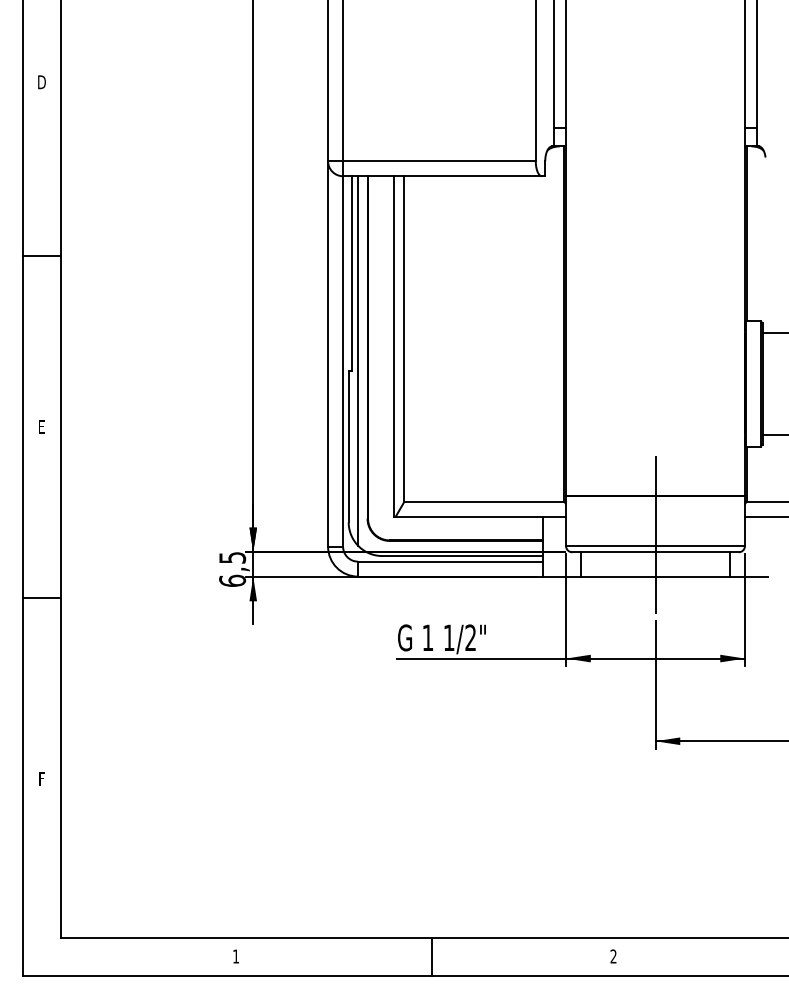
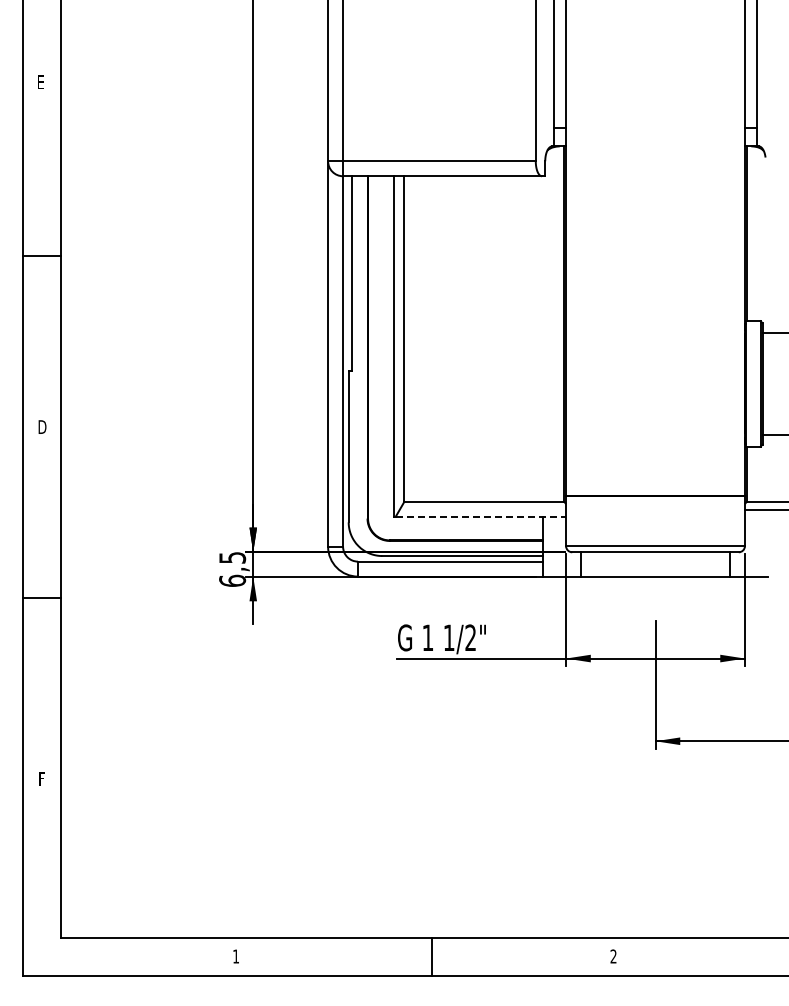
text at (41, 82): D -> E
line at (358, 360): present -> none
text at (42, 426): E -> D
line at (481, 516): solid -> dashed
line at (764, 516) position: (764, 516) -> (764, 509)
line at (655, 534): present -> none
